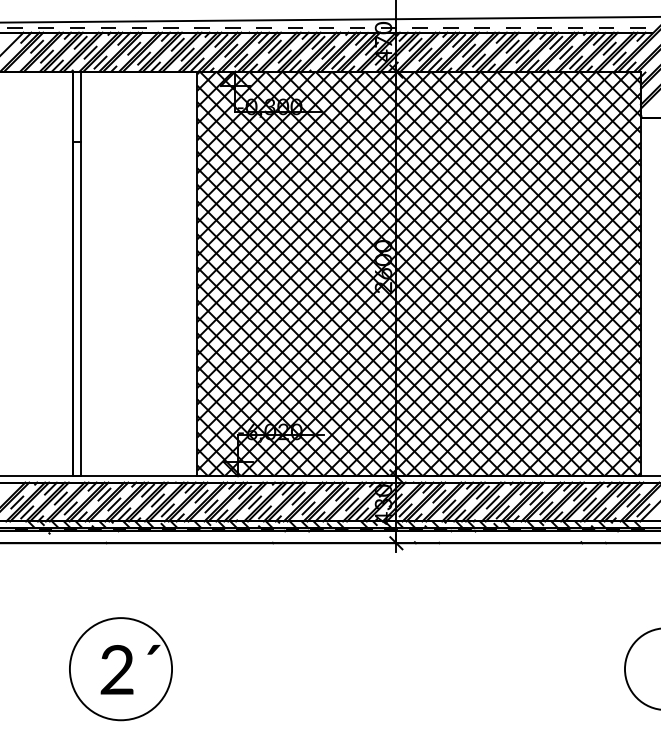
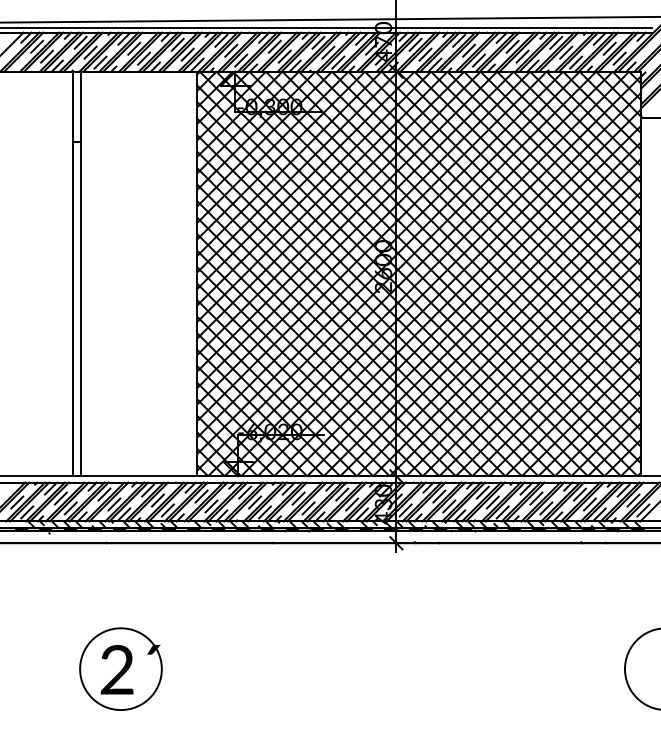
line at (325, 27): dashed -> solid
circle at (120, 669) diameter: 102 px -> 82 px
